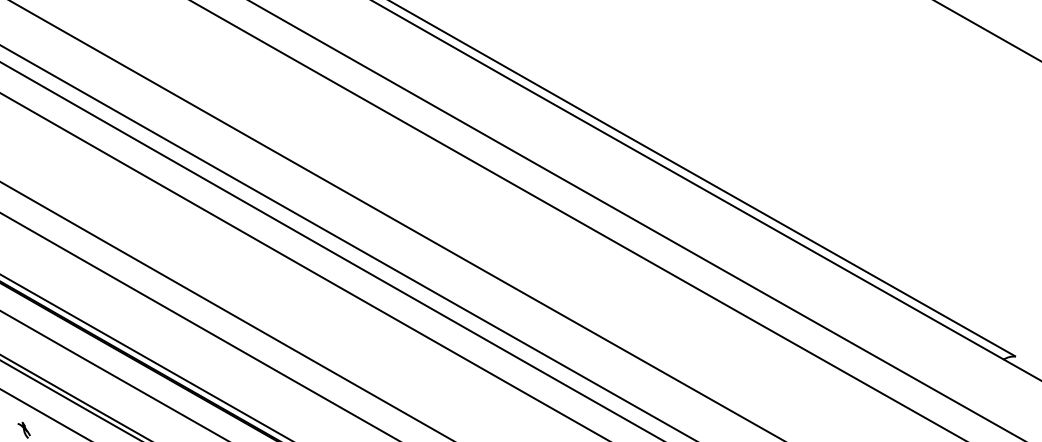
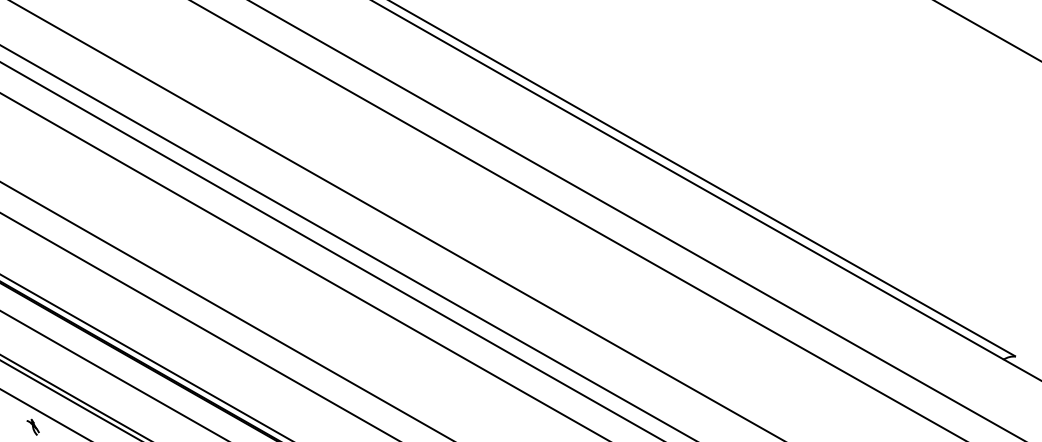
part at (23, 429) position: (23, 429) -> (32, 426)
